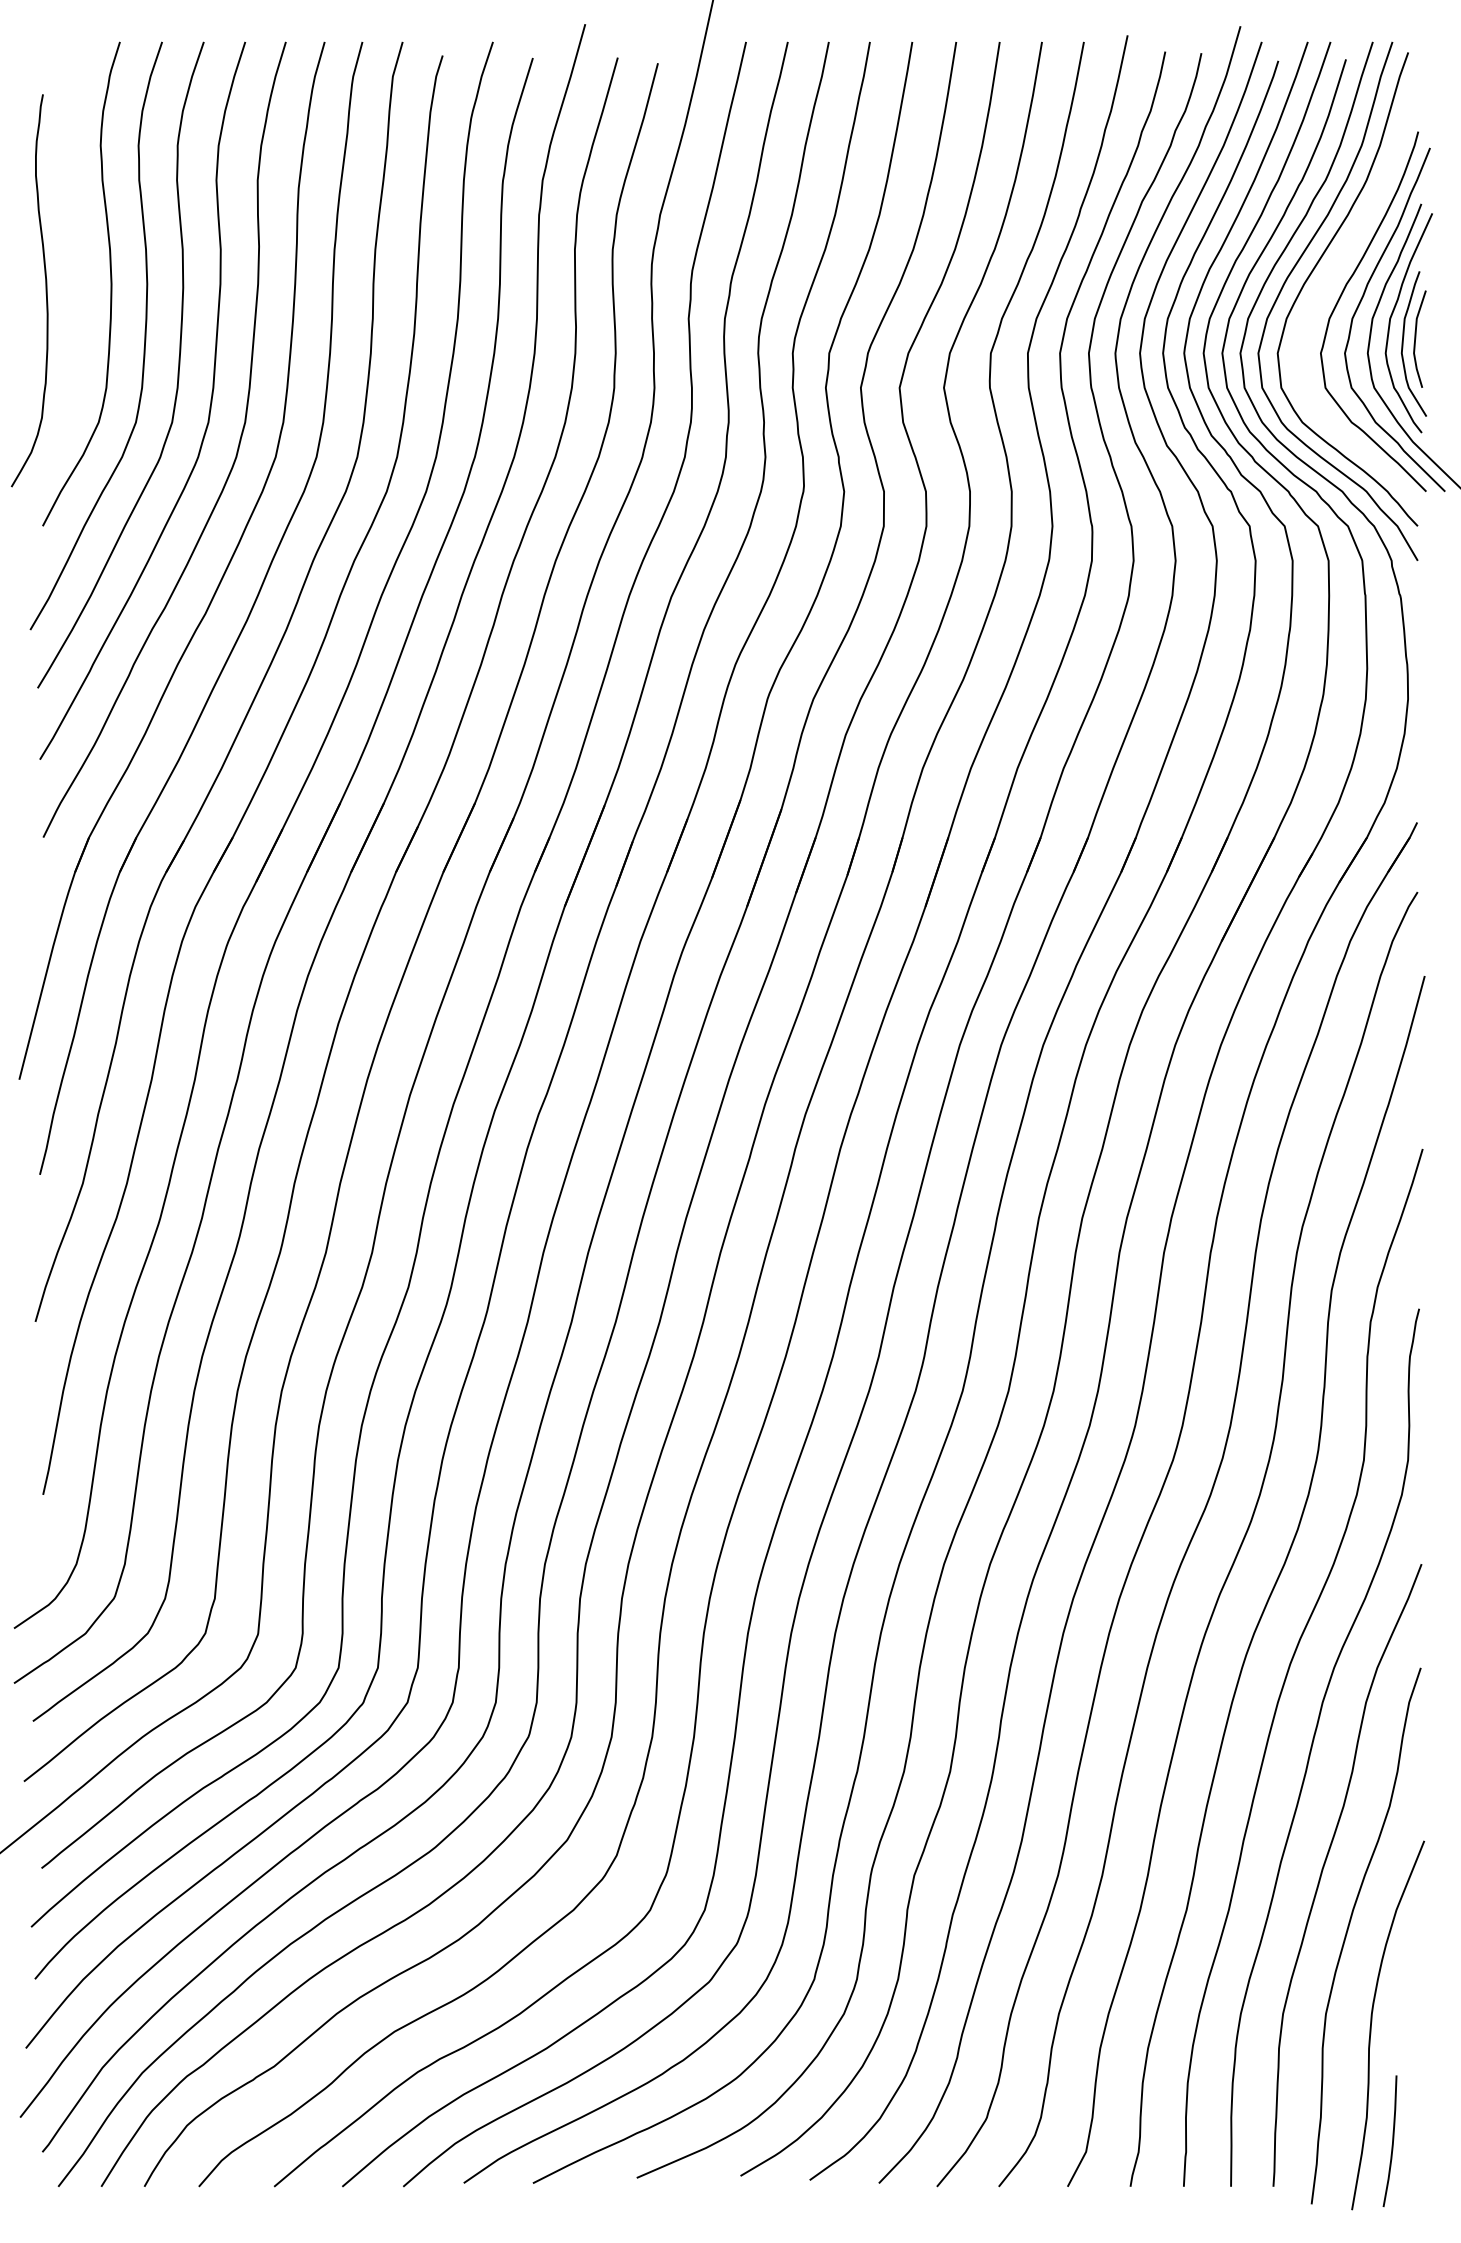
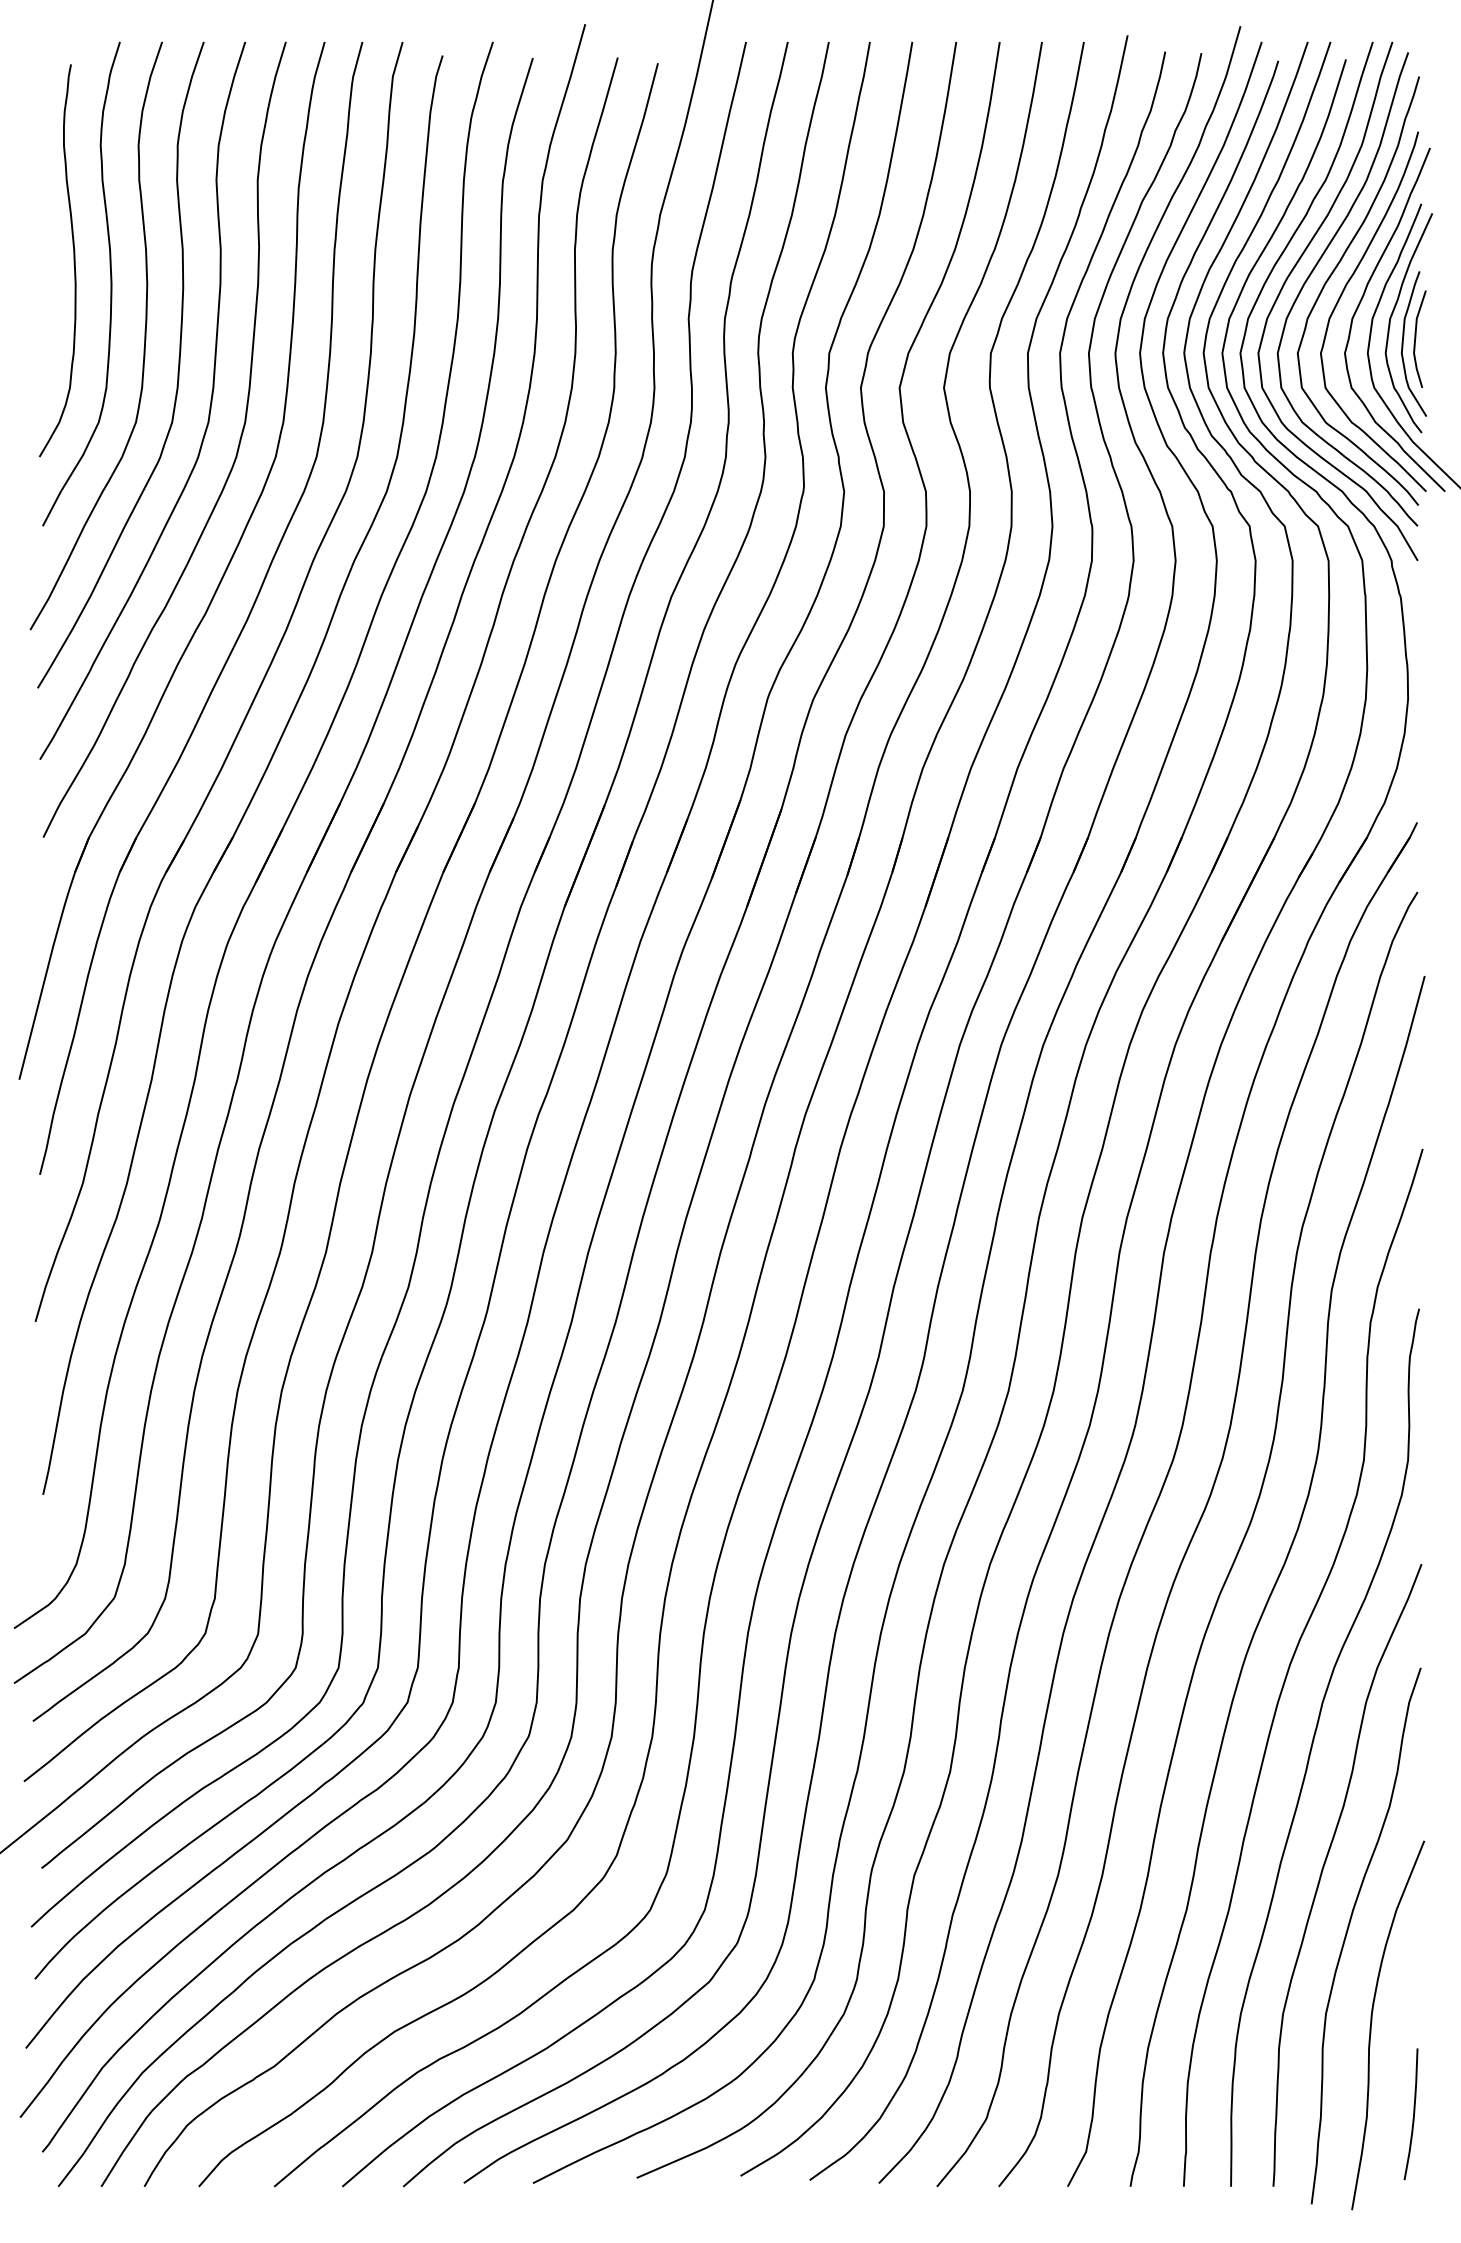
curve at (1333, 273): none -> present
curve at (45, 290) position: (45, 290) -> (73, 260)
curve at (1392, 2141) position: (1392, 2141) -> (1413, 2114)
